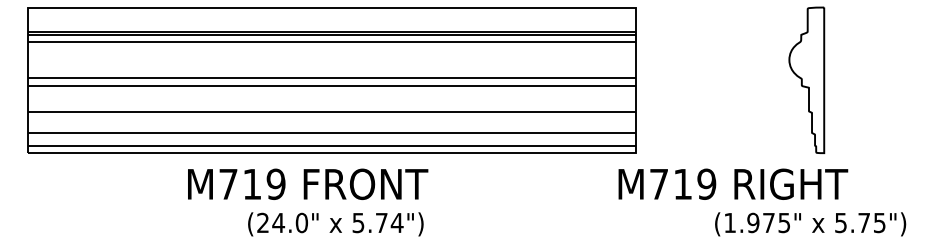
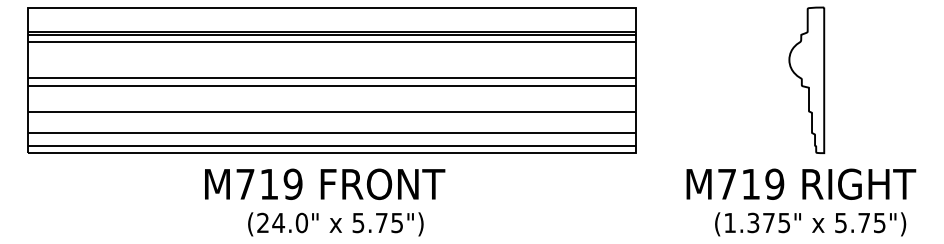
text at (308, 183) position: (308, 183) -> (325, 183)
text at (733, 183) position: (733, 183) -> (801, 183)
text at (753, 222): (1.975" -> (1.375"
text at (396, 223): 5.74") -> 5.75")
